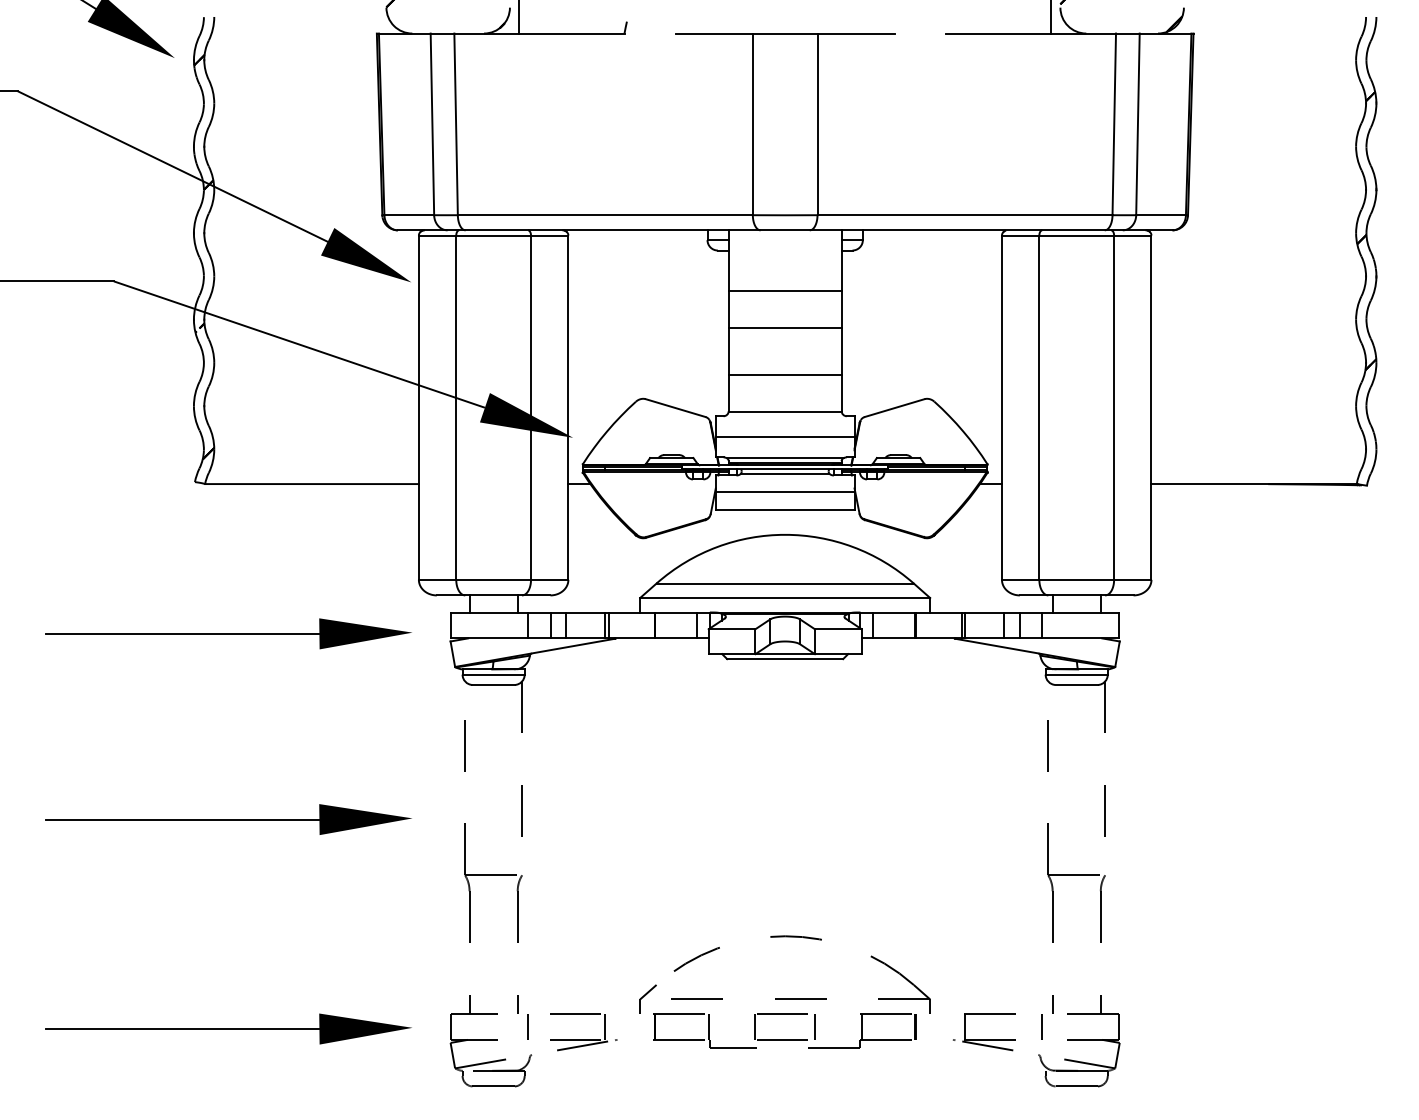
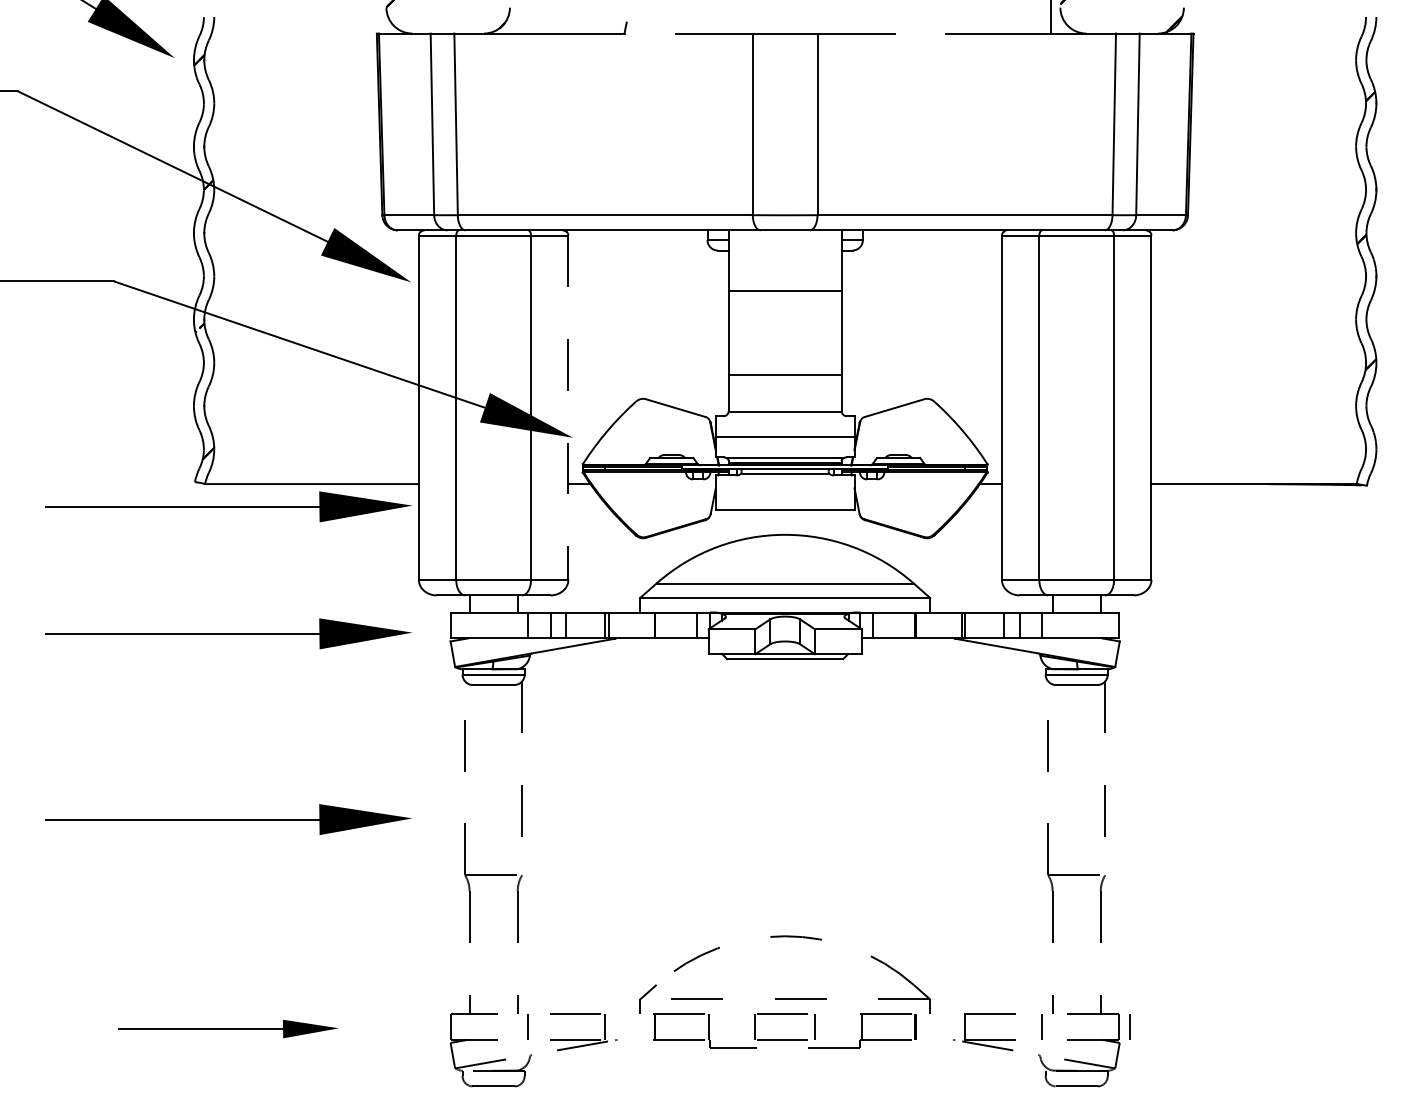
line at (519, 17): present -> none
line at (784, 327): present -> none
line at (568, 408): solid -> dashed
line at (784, 491): present -> none
part at (228, 506): none -> present
line at (1129, 1026): none -> present
part at (228, 1028) size: 367x32 px -> 221x20 px
